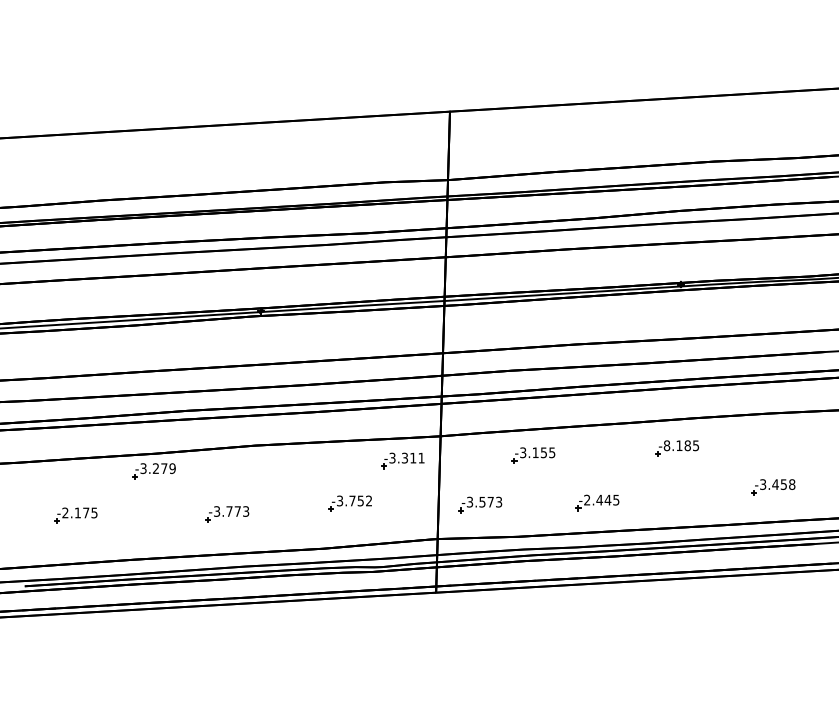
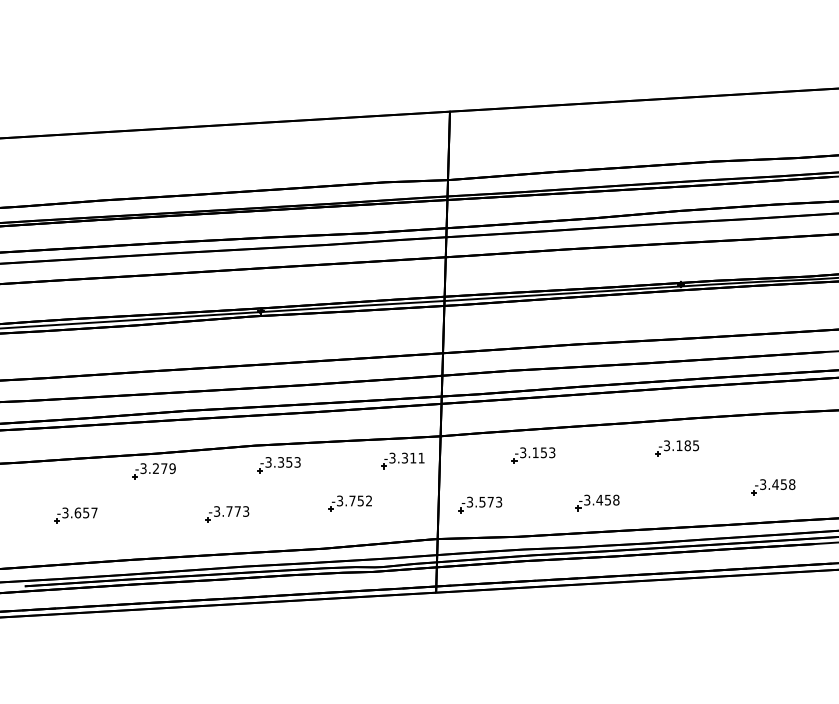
text at (666, 445): -8.185 -> -3.185
text at (552, 452): -3.155 -> -3.153
part at (278, 465): none -> present
text at (601, 499): -2.445 -> -3.458
text at (79, 512): -2.175 -> -3.657
